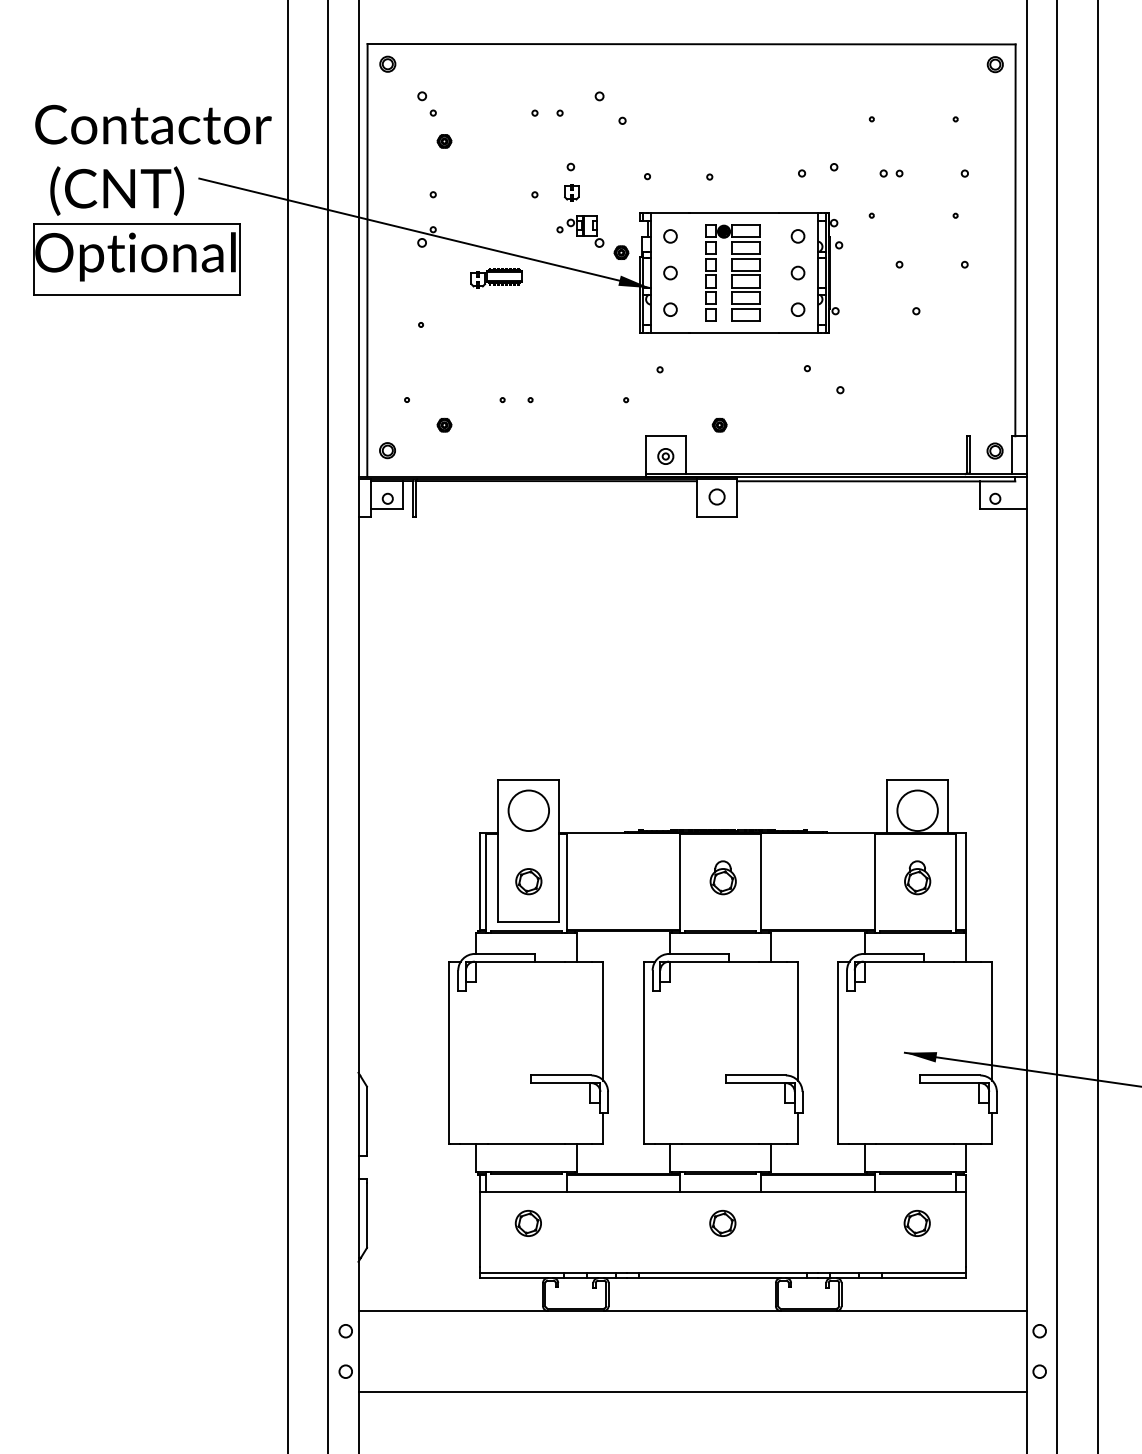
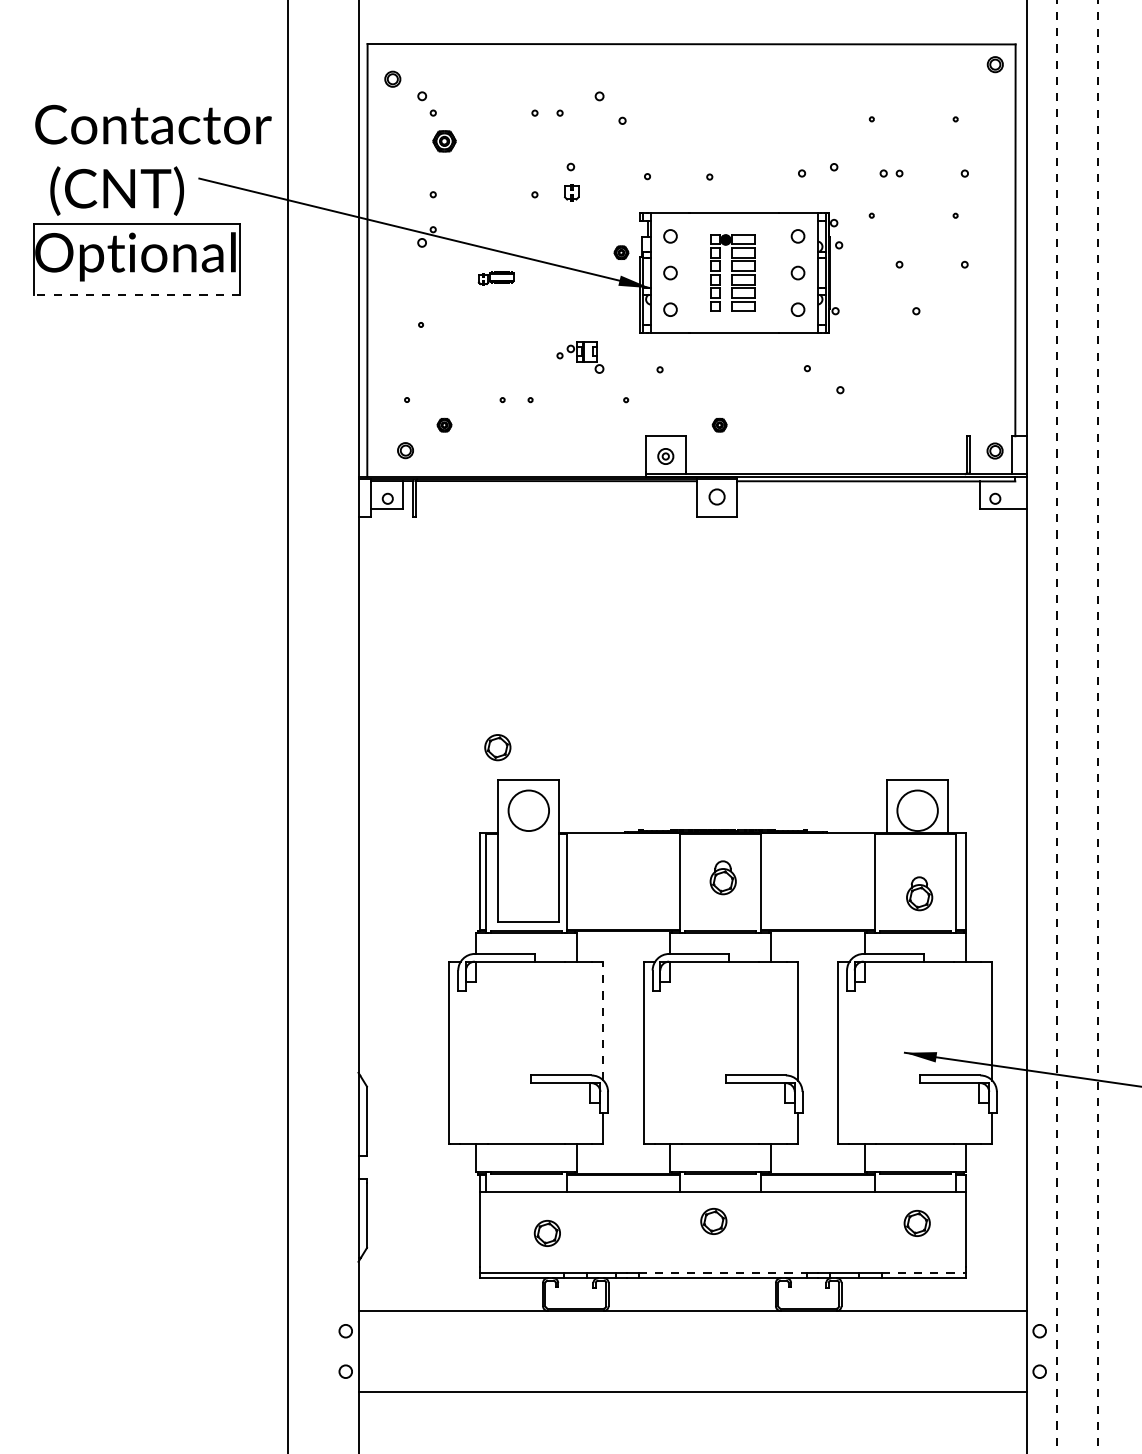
part at (387, 63) position: (387, 63) -> (392, 78)
part at (444, 141) size: 17x15 px -> 25x23 px
part at (580, 231) position: (580, 231) -> (580, 357)
part at (732, 272) size: 56x98 px -> 46x78 px
part at (496, 278) size: 53x21 px -> 38x15 px
line at (136, 295): solid -> dashed
part at (387, 450) position: (387, 450) -> (405, 450)
line at (328, 726): present -> none
line at (1057, 727): solid -> dashed
line at (1097, 727): solid -> dashed
part at (917, 877) position: (917, 877) -> (919, 893)
part at (528, 881) position: (528, 881) -> (497, 747)
line at (603, 1020): solid -> dashed
part at (527, 1223) position: (527, 1223) -> (546, 1233)
part at (722, 1223) position: (722, 1223) -> (713, 1221)
line at (723, 1272): solid -> dashed
line at (924, 1272): solid -> dashed
